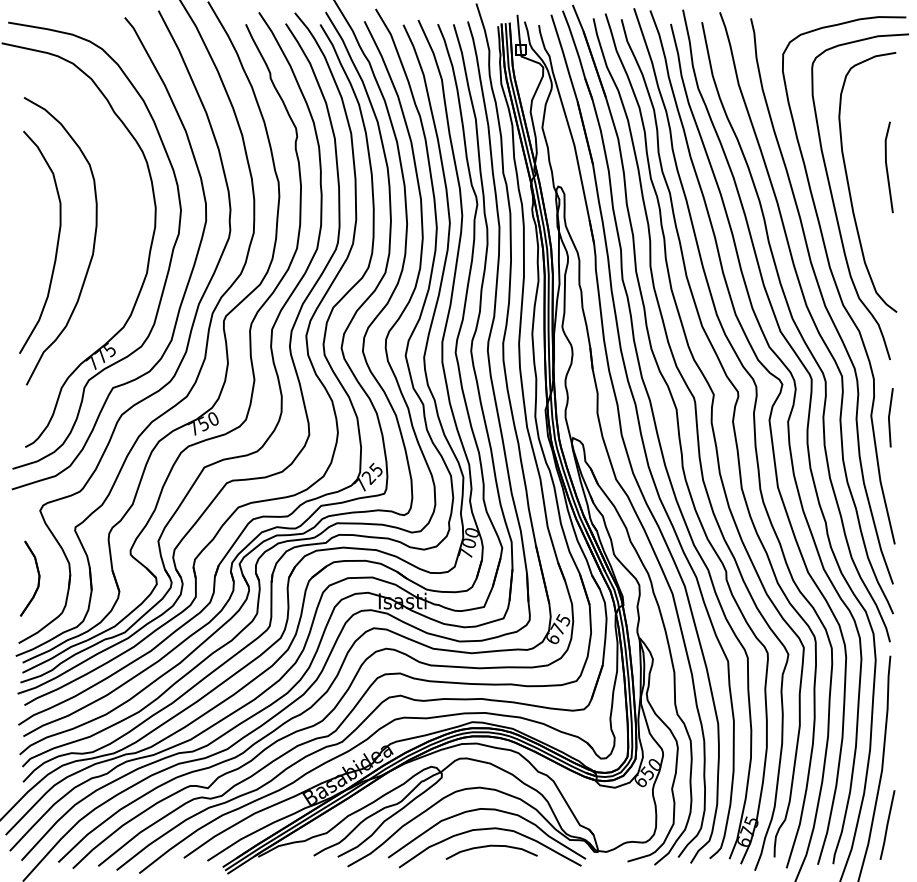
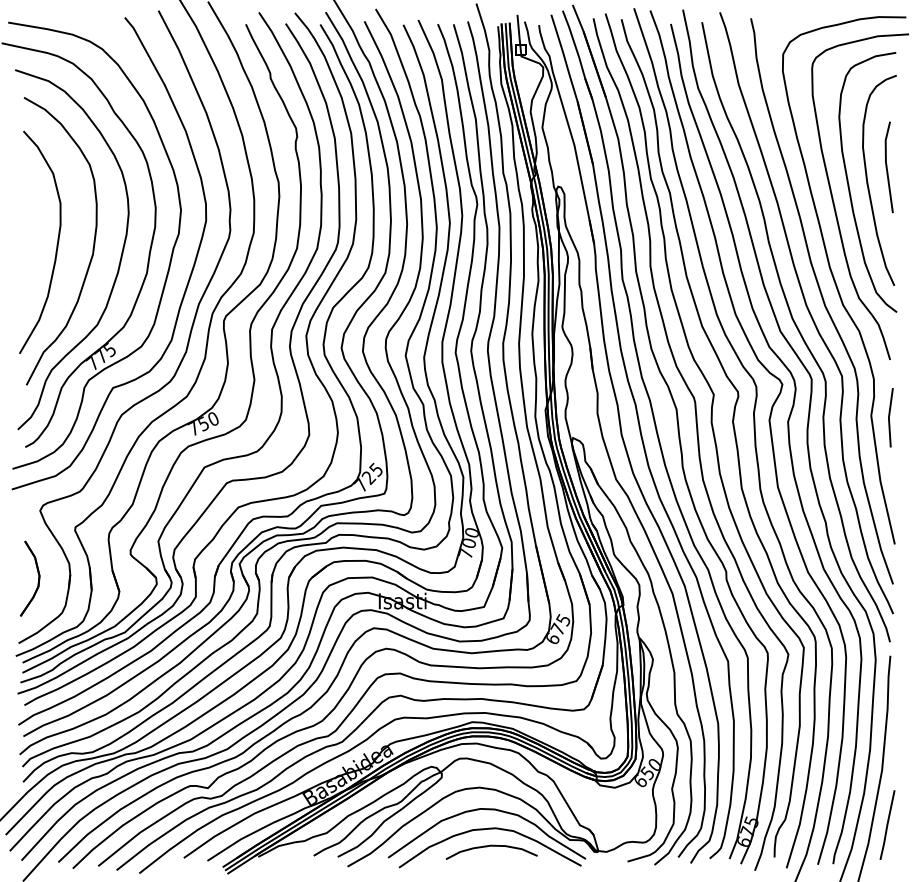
part at (868, 182): none -> present
curve at (119, 260): none -> present
